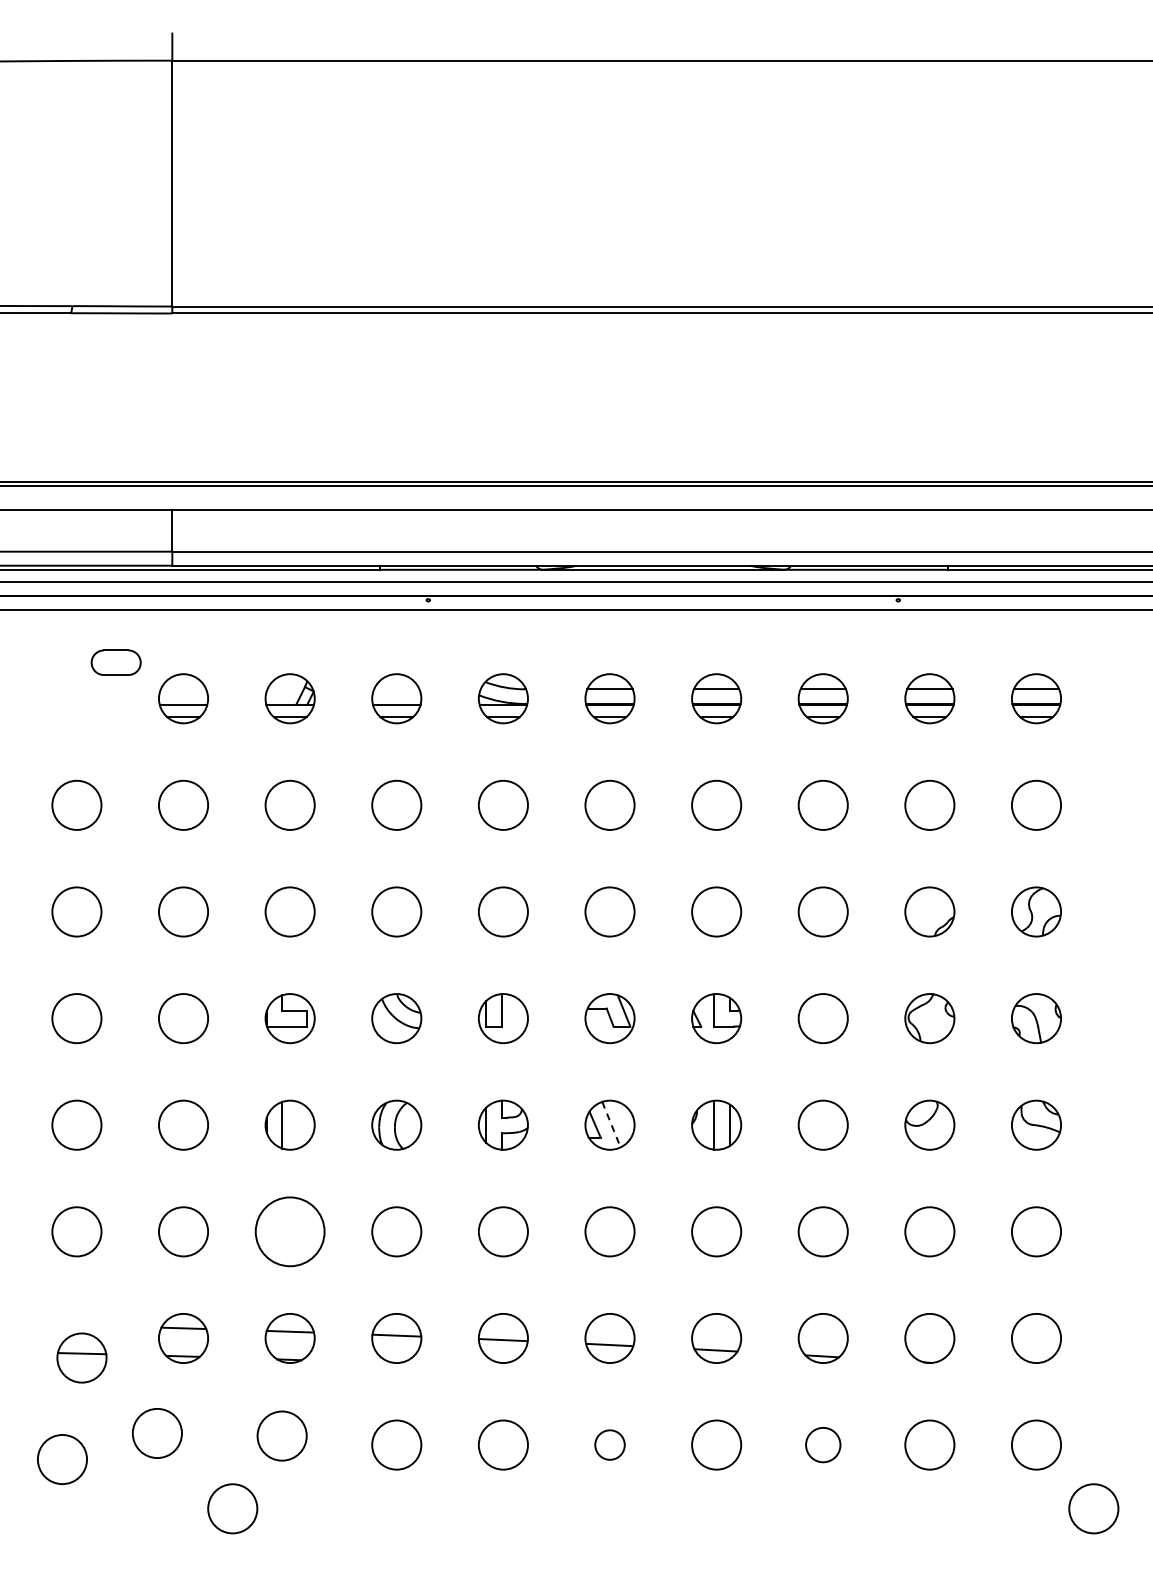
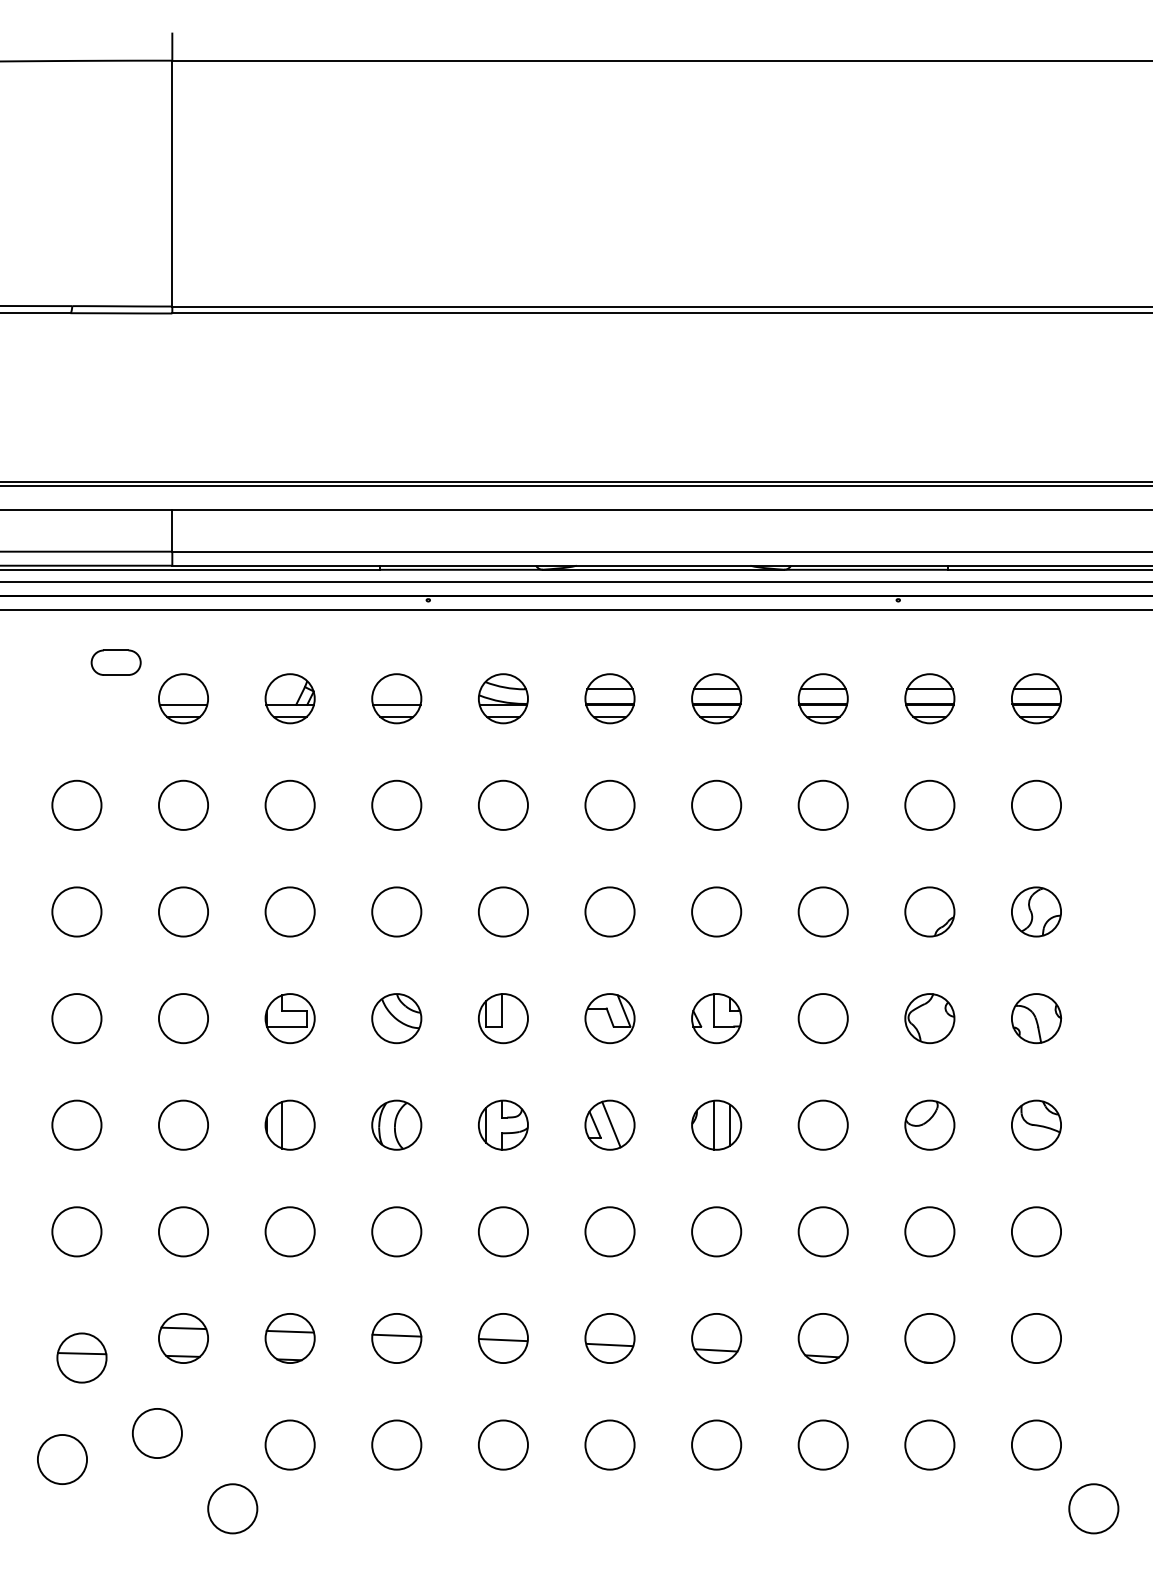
line at (611, 1124): dashed -> solid
circle at (289, 1231) diameter: 69 px -> 49 px
circle at (281, 1435) position: (281, 1435) -> (289, 1444)
circle at (609, 1444) diameter: 29 px -> 49 px
circle at (823, 1444) diameter: 34 px -> 49 px
